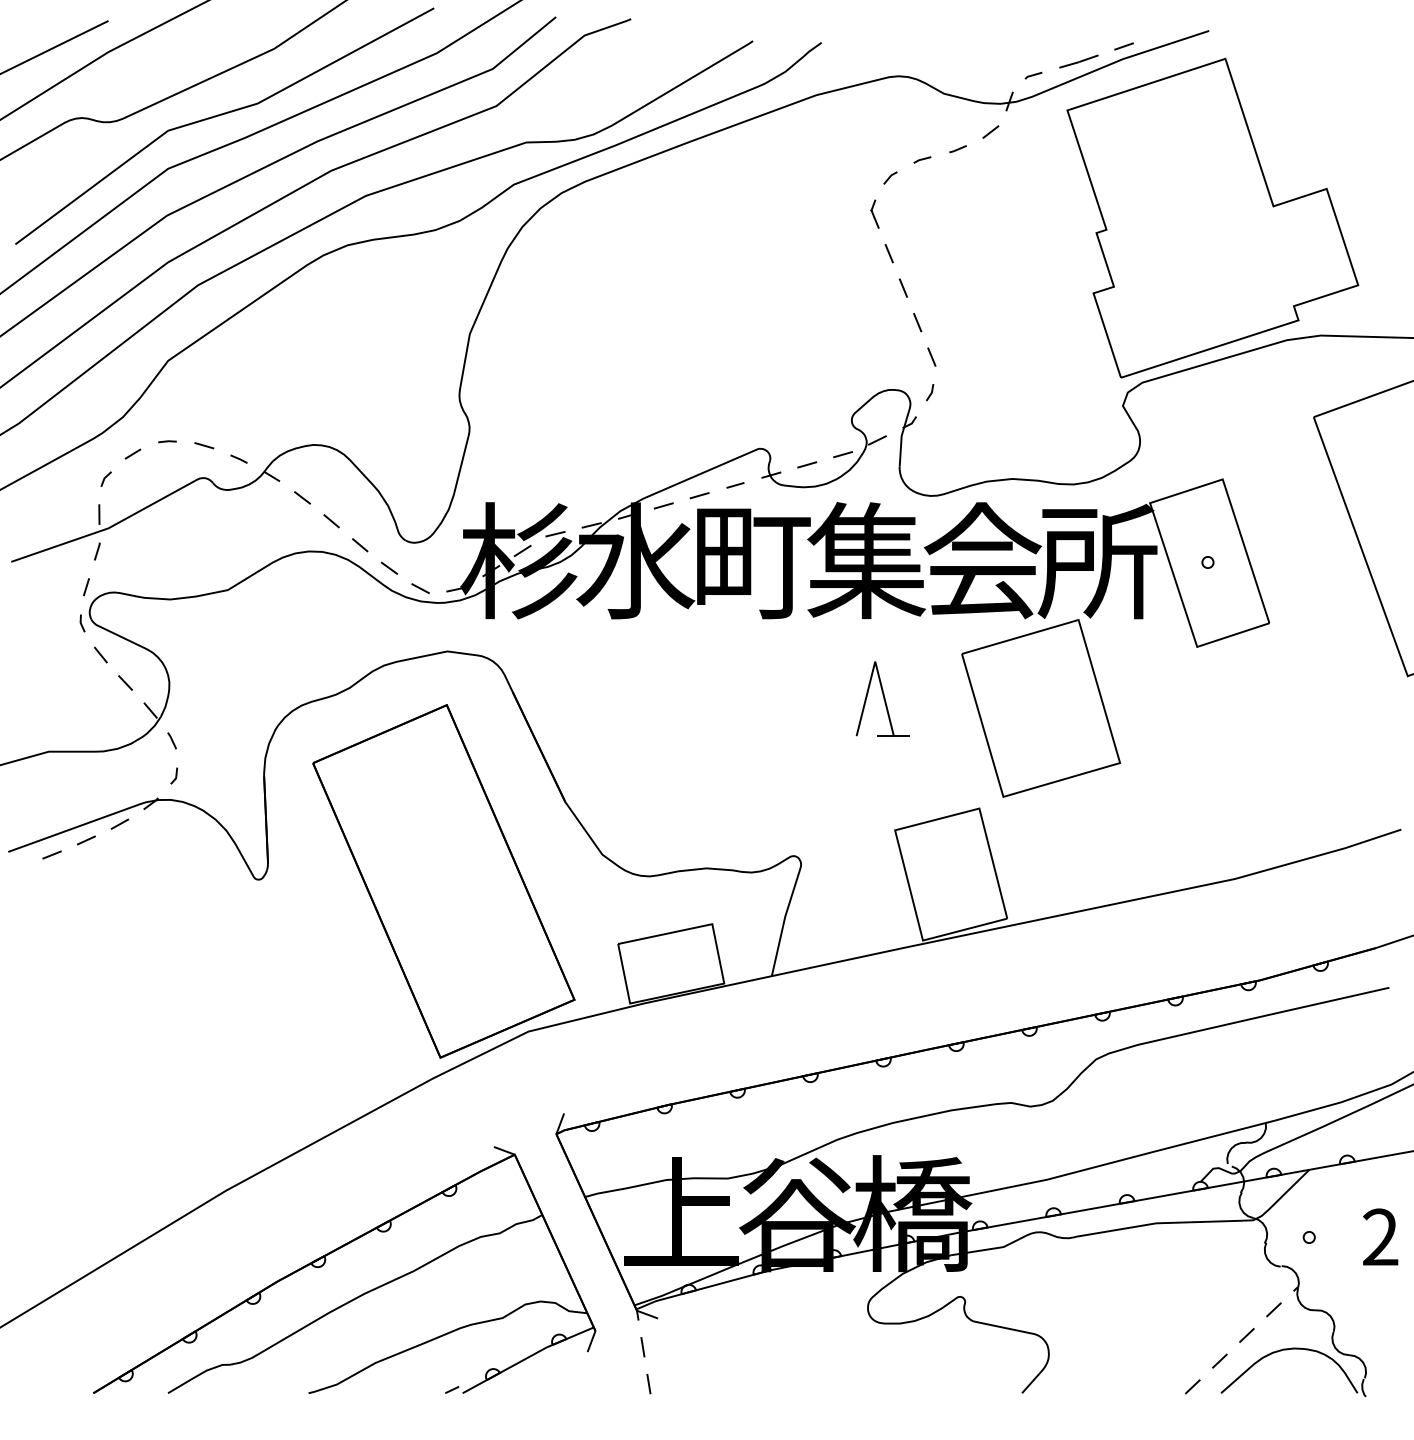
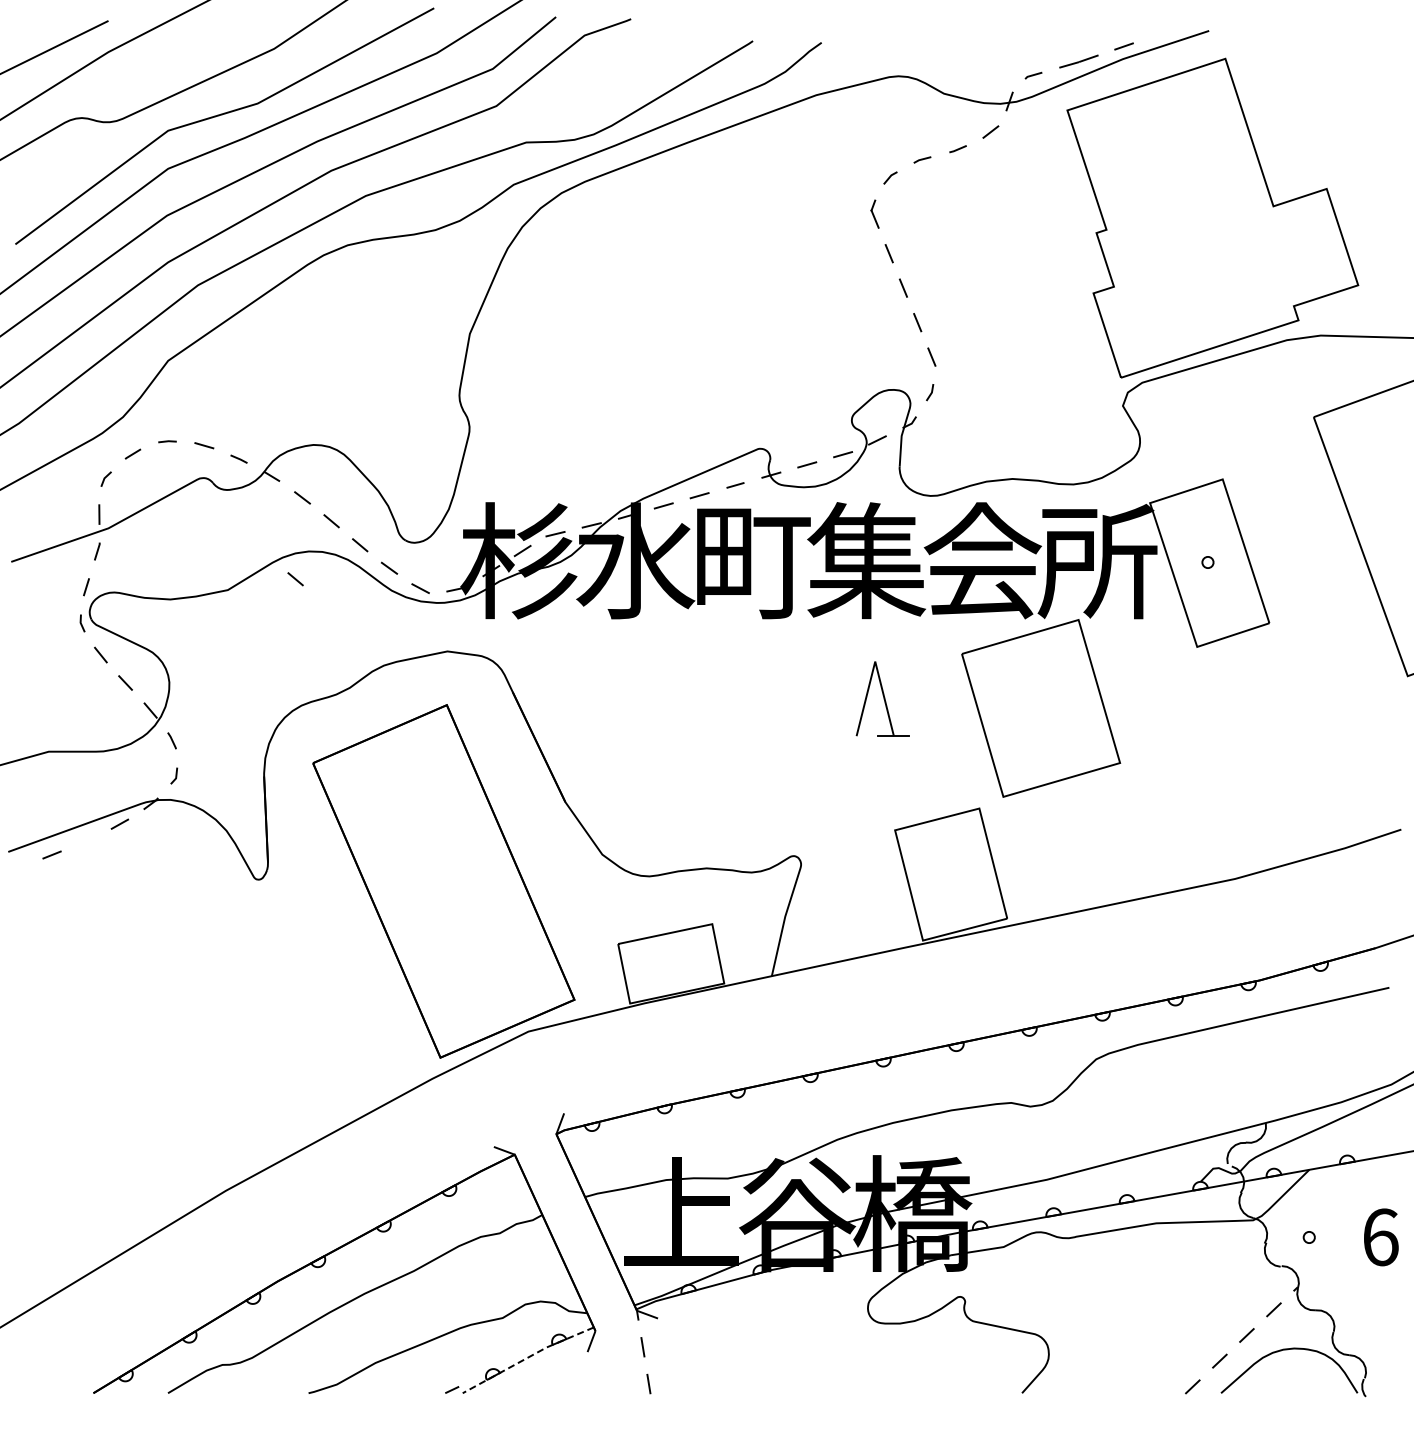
line at (295, 579): none -> present
line at (86, 840): present -> none
text at (1380, 1237): 2 -> 6
line at (527, 1357): solid -> dashed
